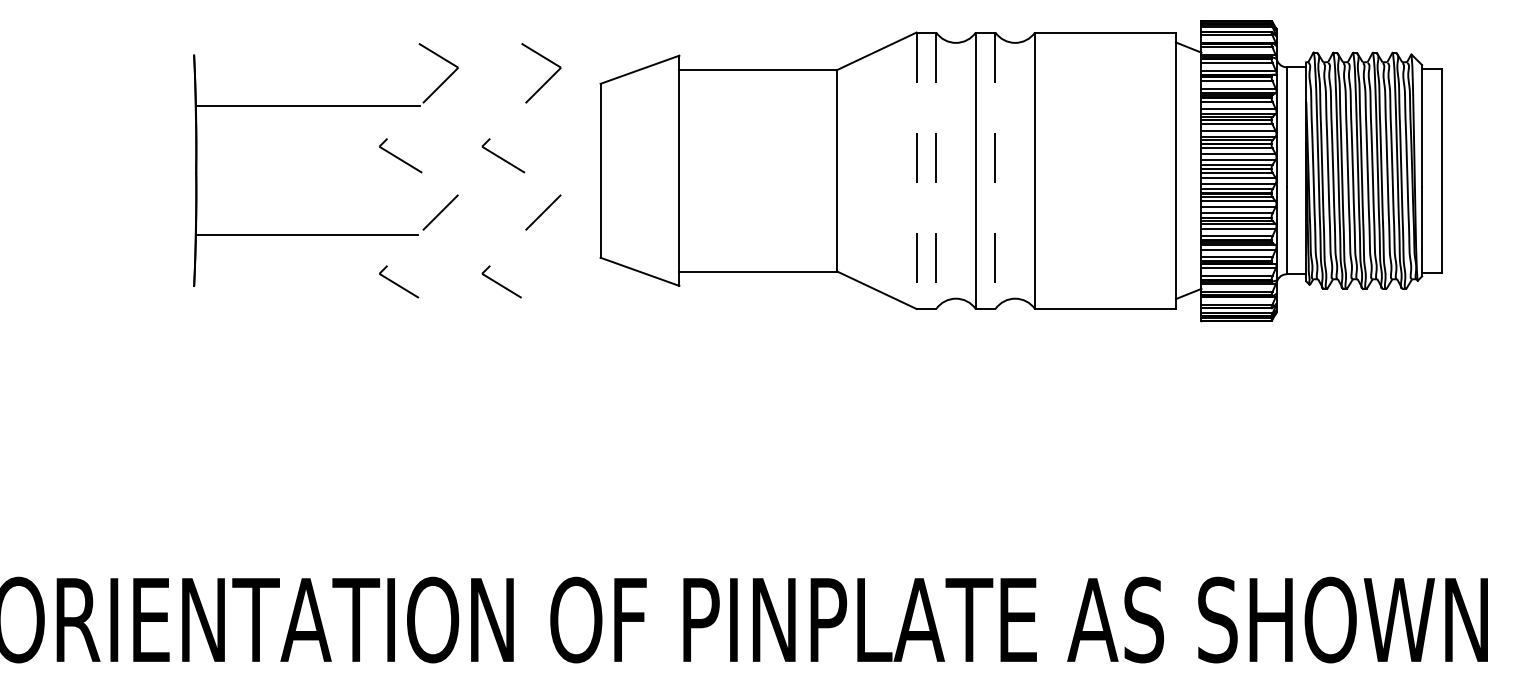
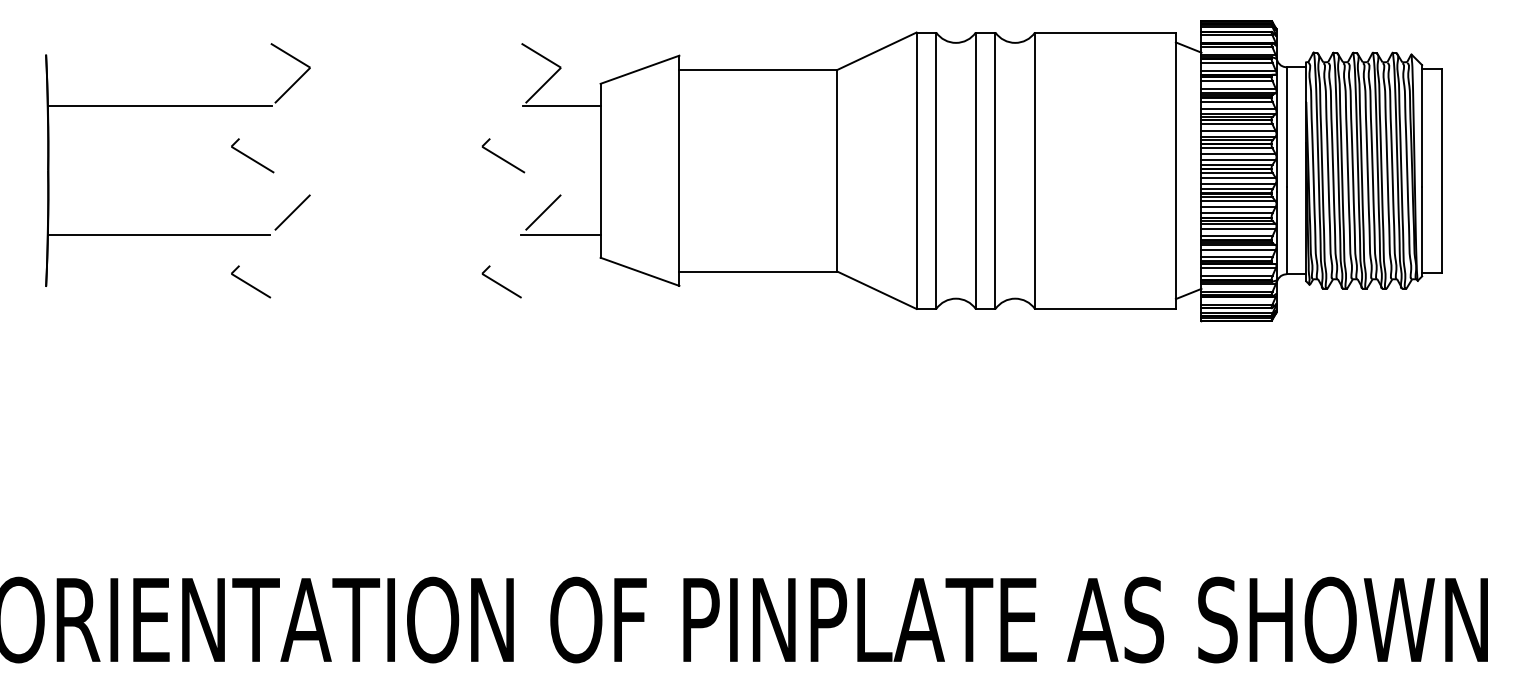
line at (561, 106): none -> present
part at (379, 147) position: (379, 147) -> (231, 147)
line at (916, 171): dashed -> solid
line at (936, 171): dashed -> solid
line at (995, 171): dashed -> solid
line at (560, 235): none -> present
